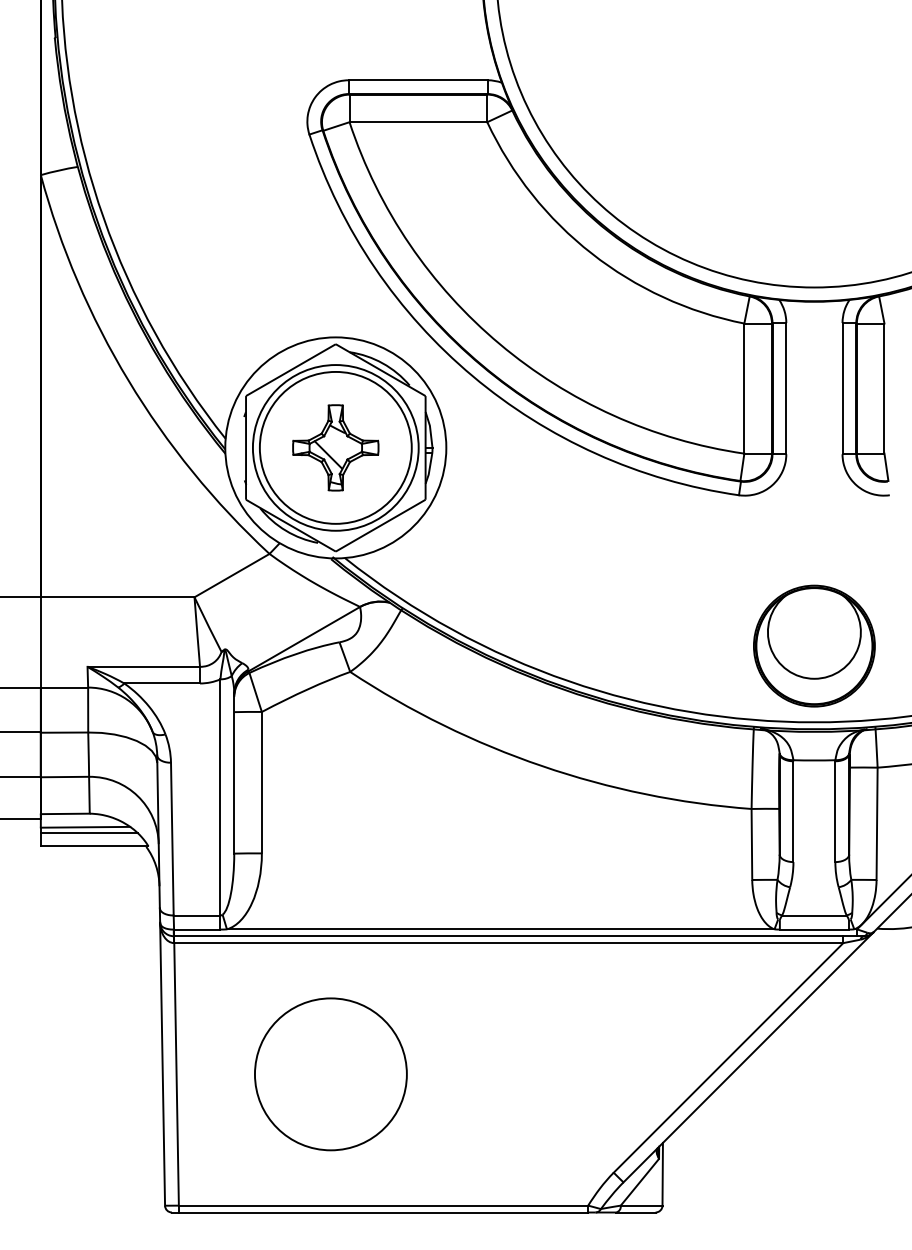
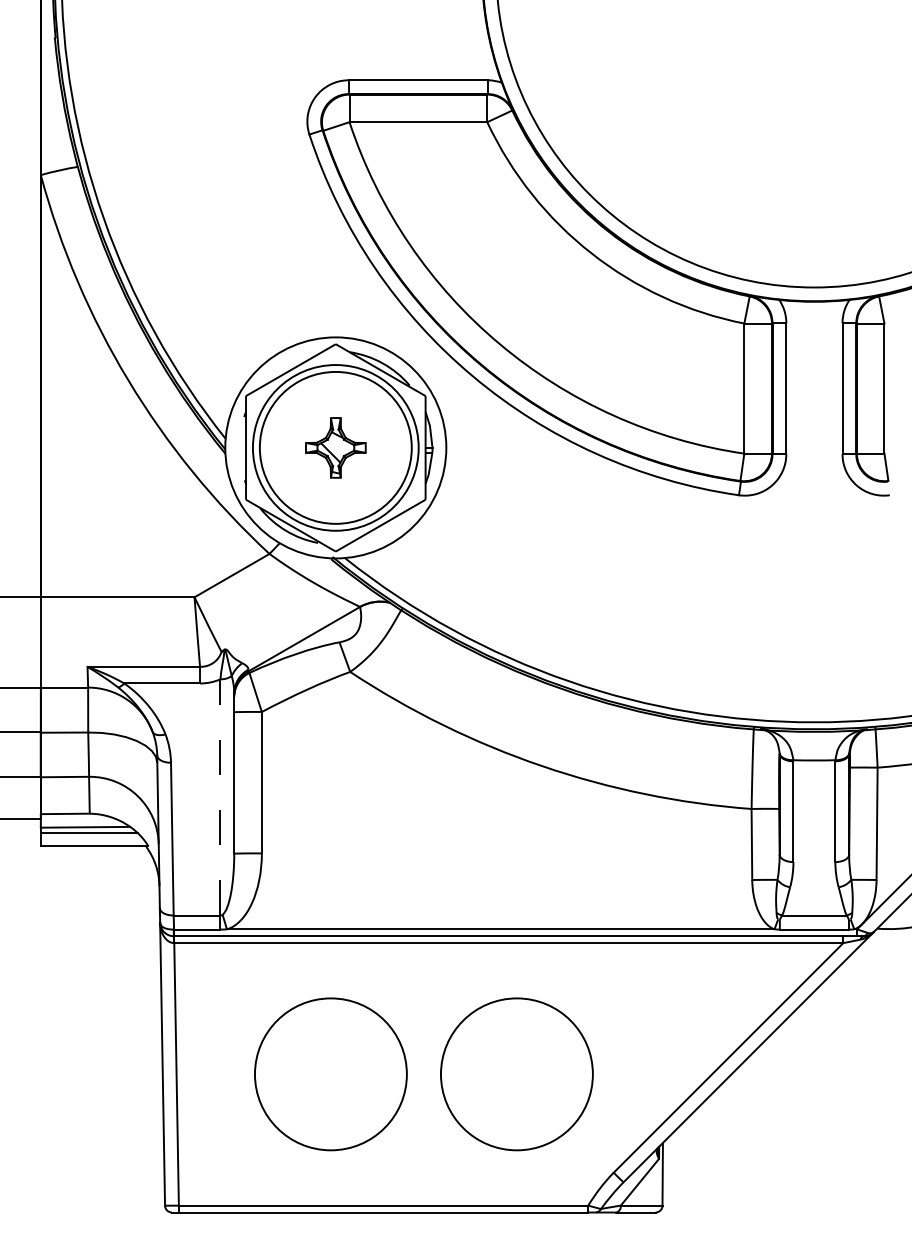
part at (335, 447) size: 88x88 px -> 62x62 px
part at (814, 645): present -> none
line at (220, 796): solid -> dashed
circle at (516, 1074): none -> present
